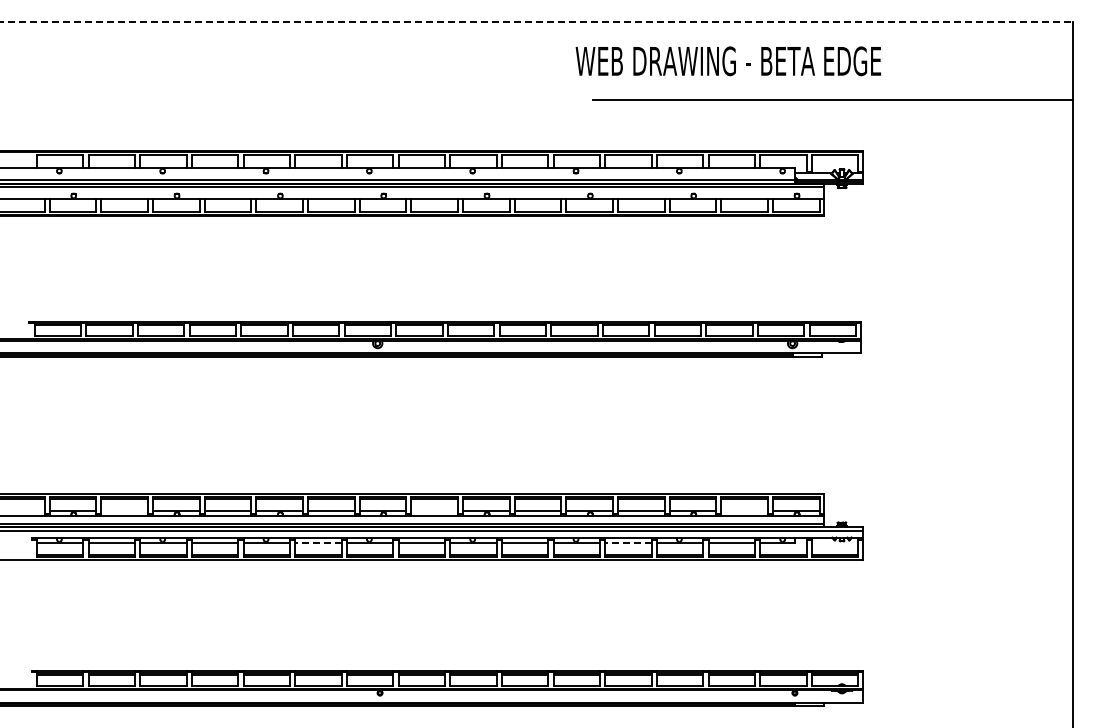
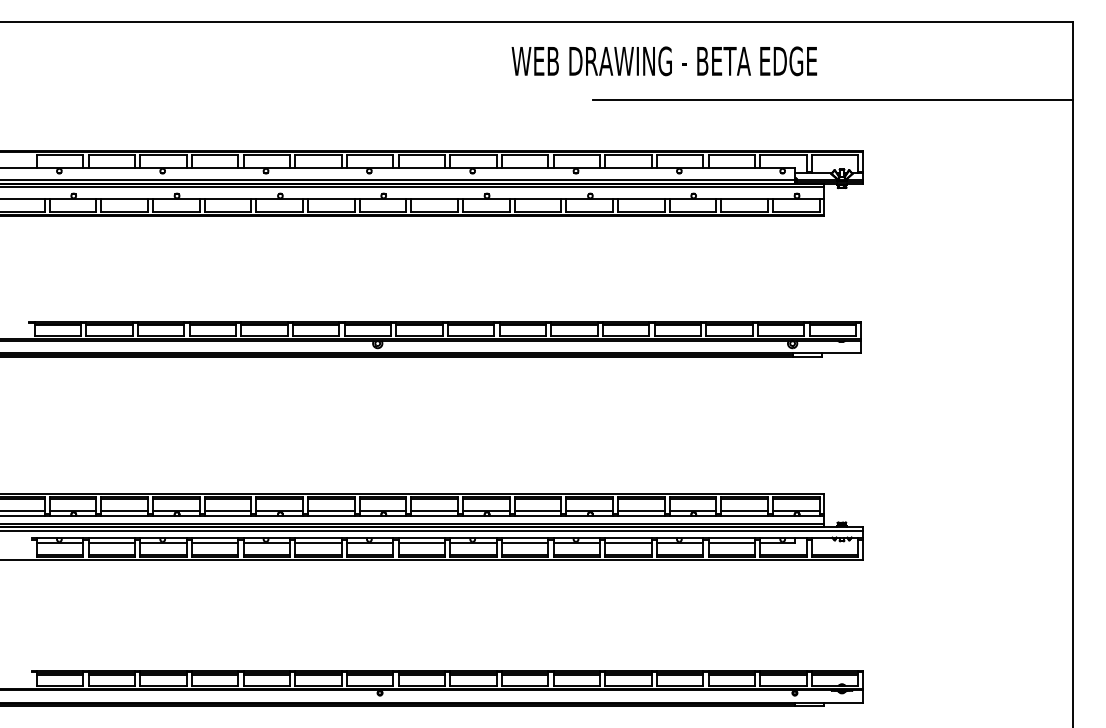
line at (536, 21): dashed -> solid
text at (728, 61) position: (728, 61) -> (664, 61)
line at (23, 511): none -> present
line at (124, 511): none -> present
line at (434, 511): none -> present
line at (744, 511): none -> present
line at (318, 542): dashed -> solid
line at (627, 542): dashed -> solid
